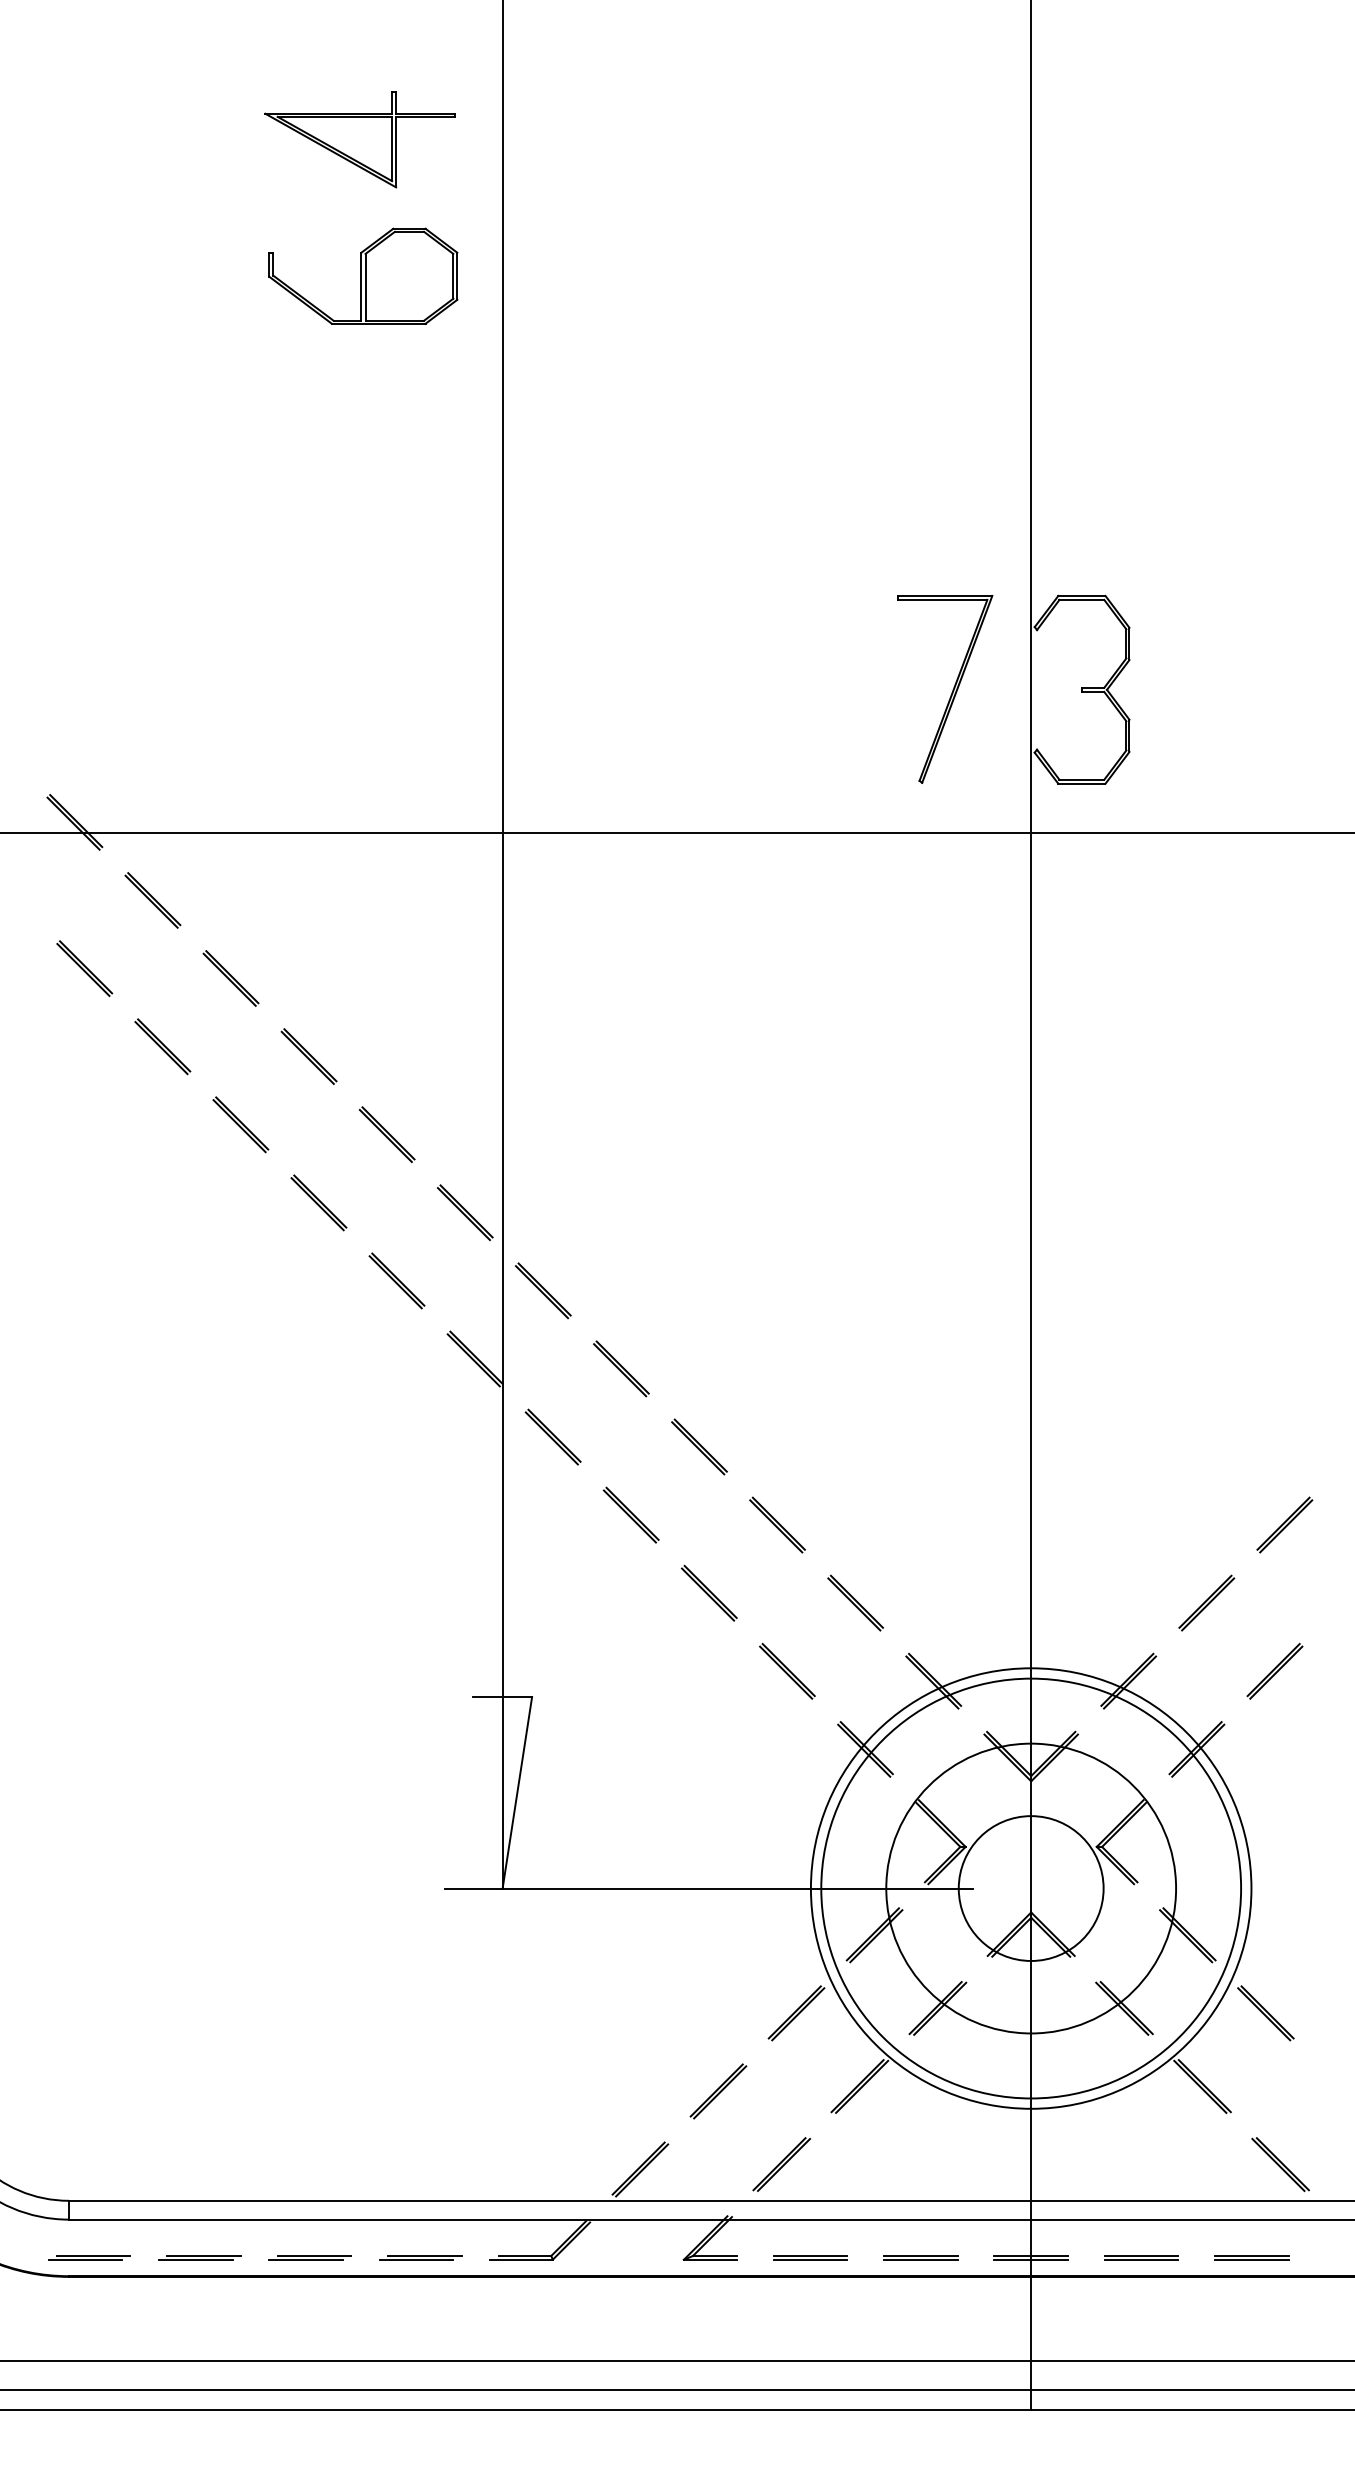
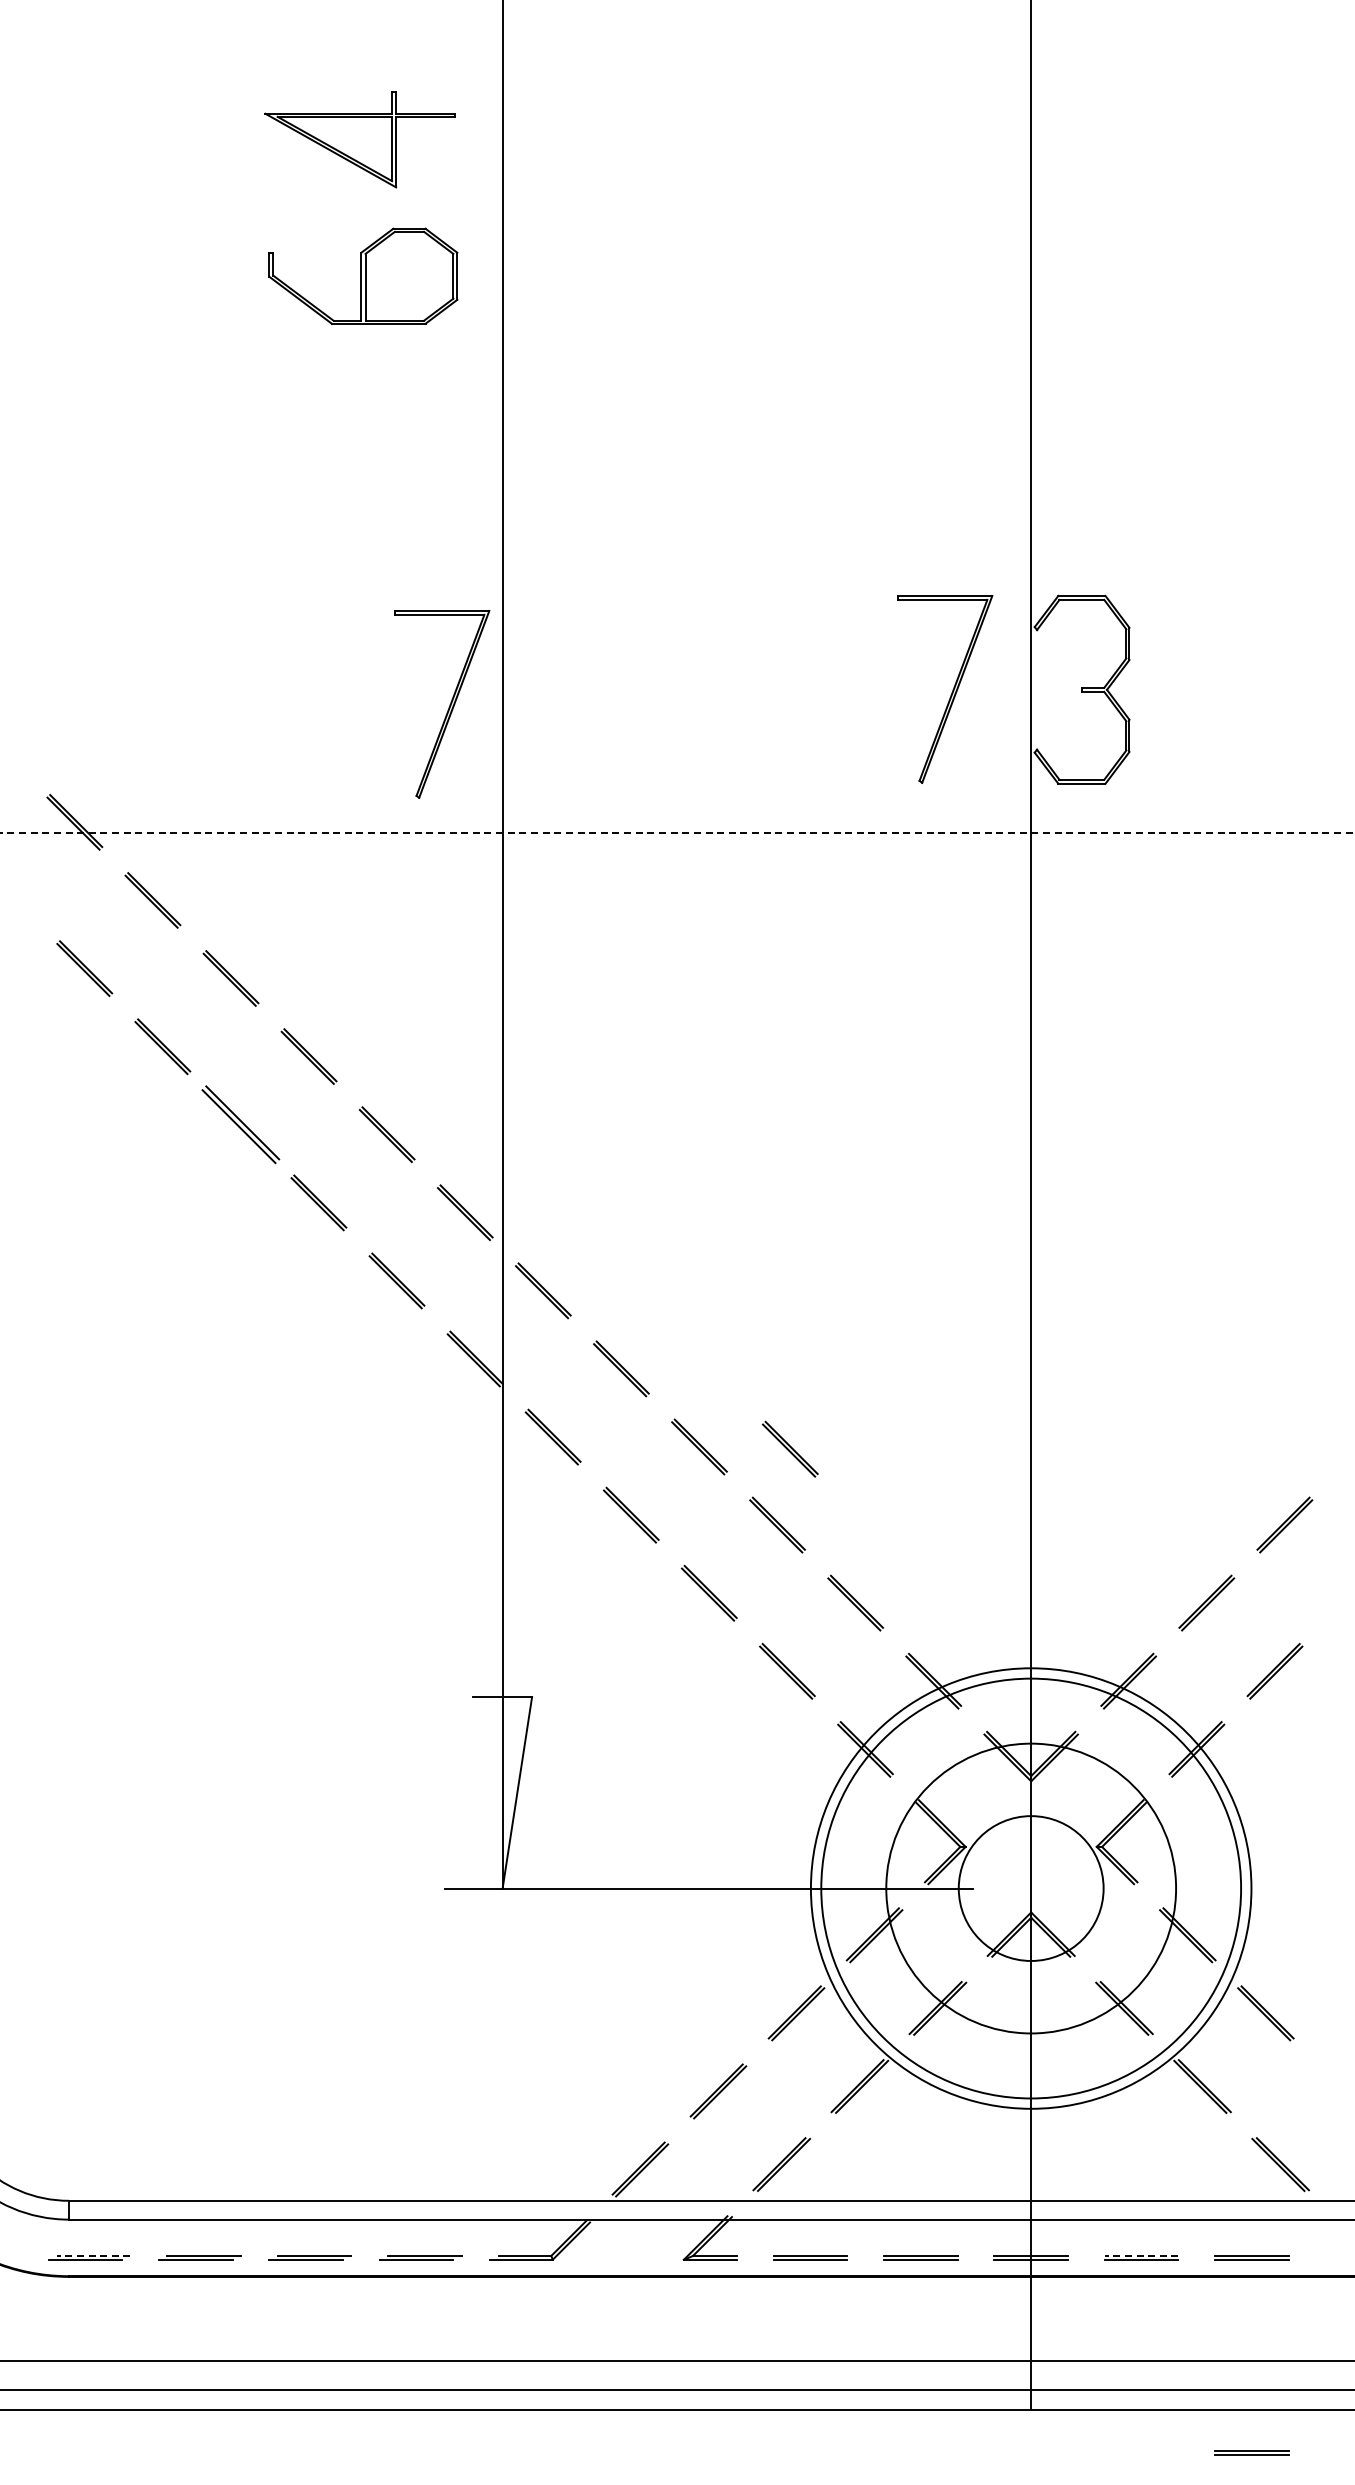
part at (448, 707): none -> present
line at (677, 833): solid -> dashed
part at (240, 1124) size: 58x58 px -> 80x80 px
part at (789, 1448): none -> present
line at (93, 2255): solid -> dashed
line at (1141, 2255): solid -> dashed
part at (1251, 2452): none -> present
